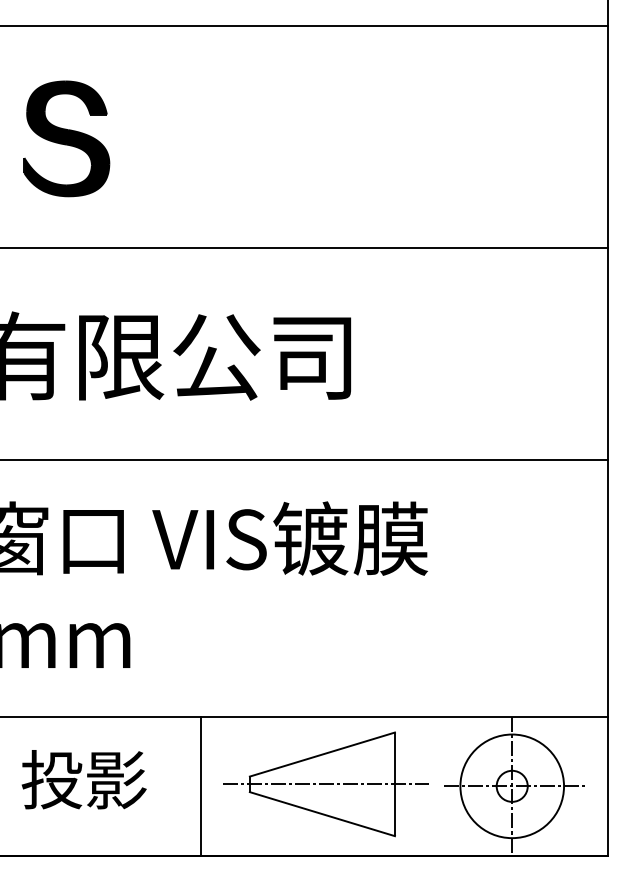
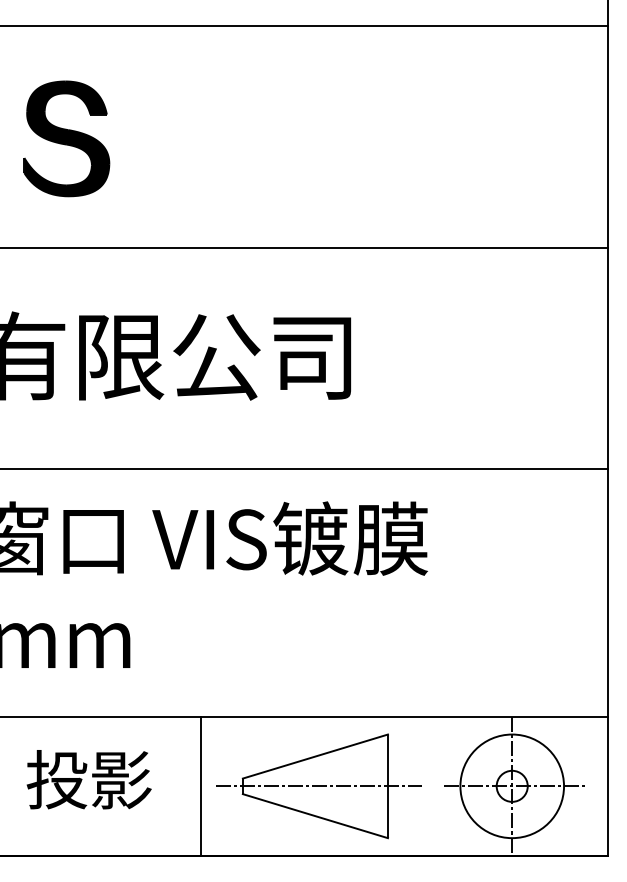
line at (305, 459) position: (305, 459) -> (305, 468)
text at (83, 779) position: (83, 779) -> (88, 779)
part at (325, 784) position: (325, 784) -> (318, 786)
